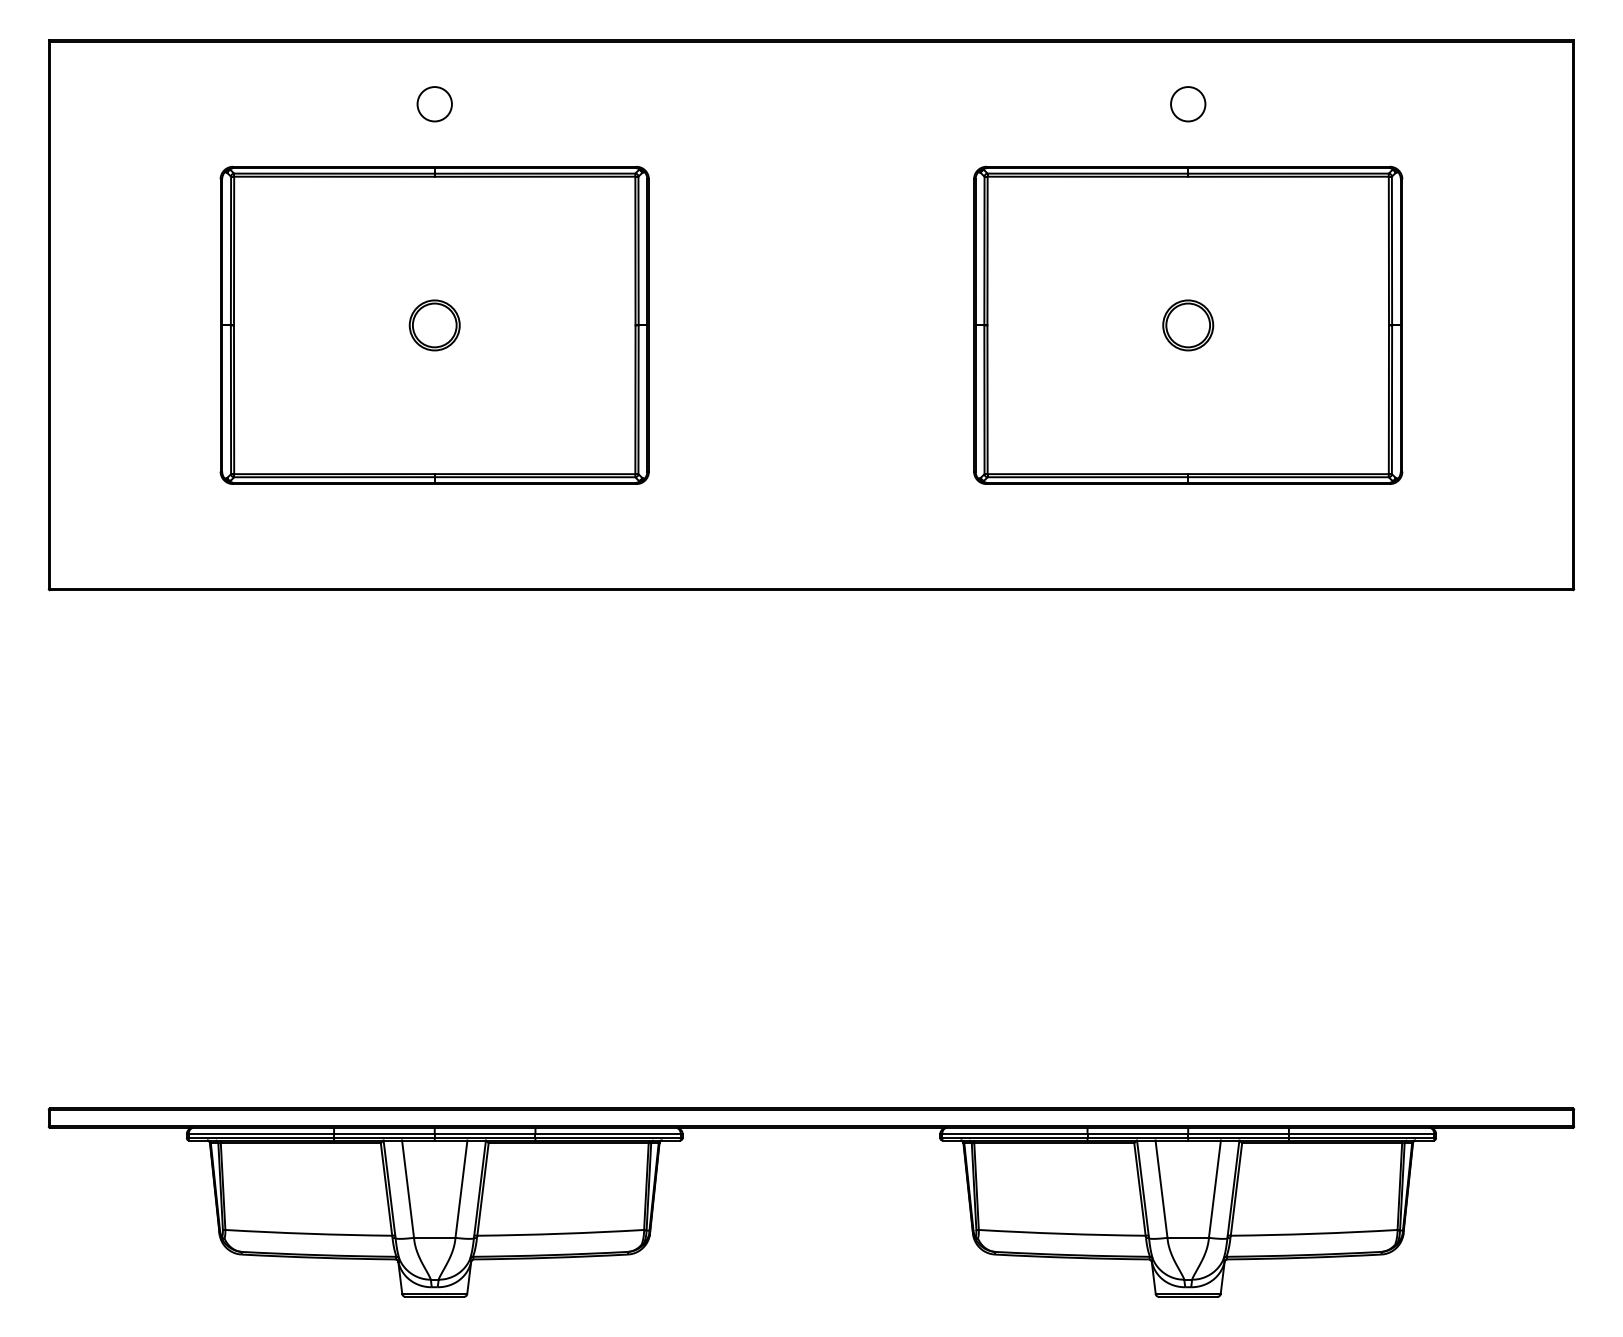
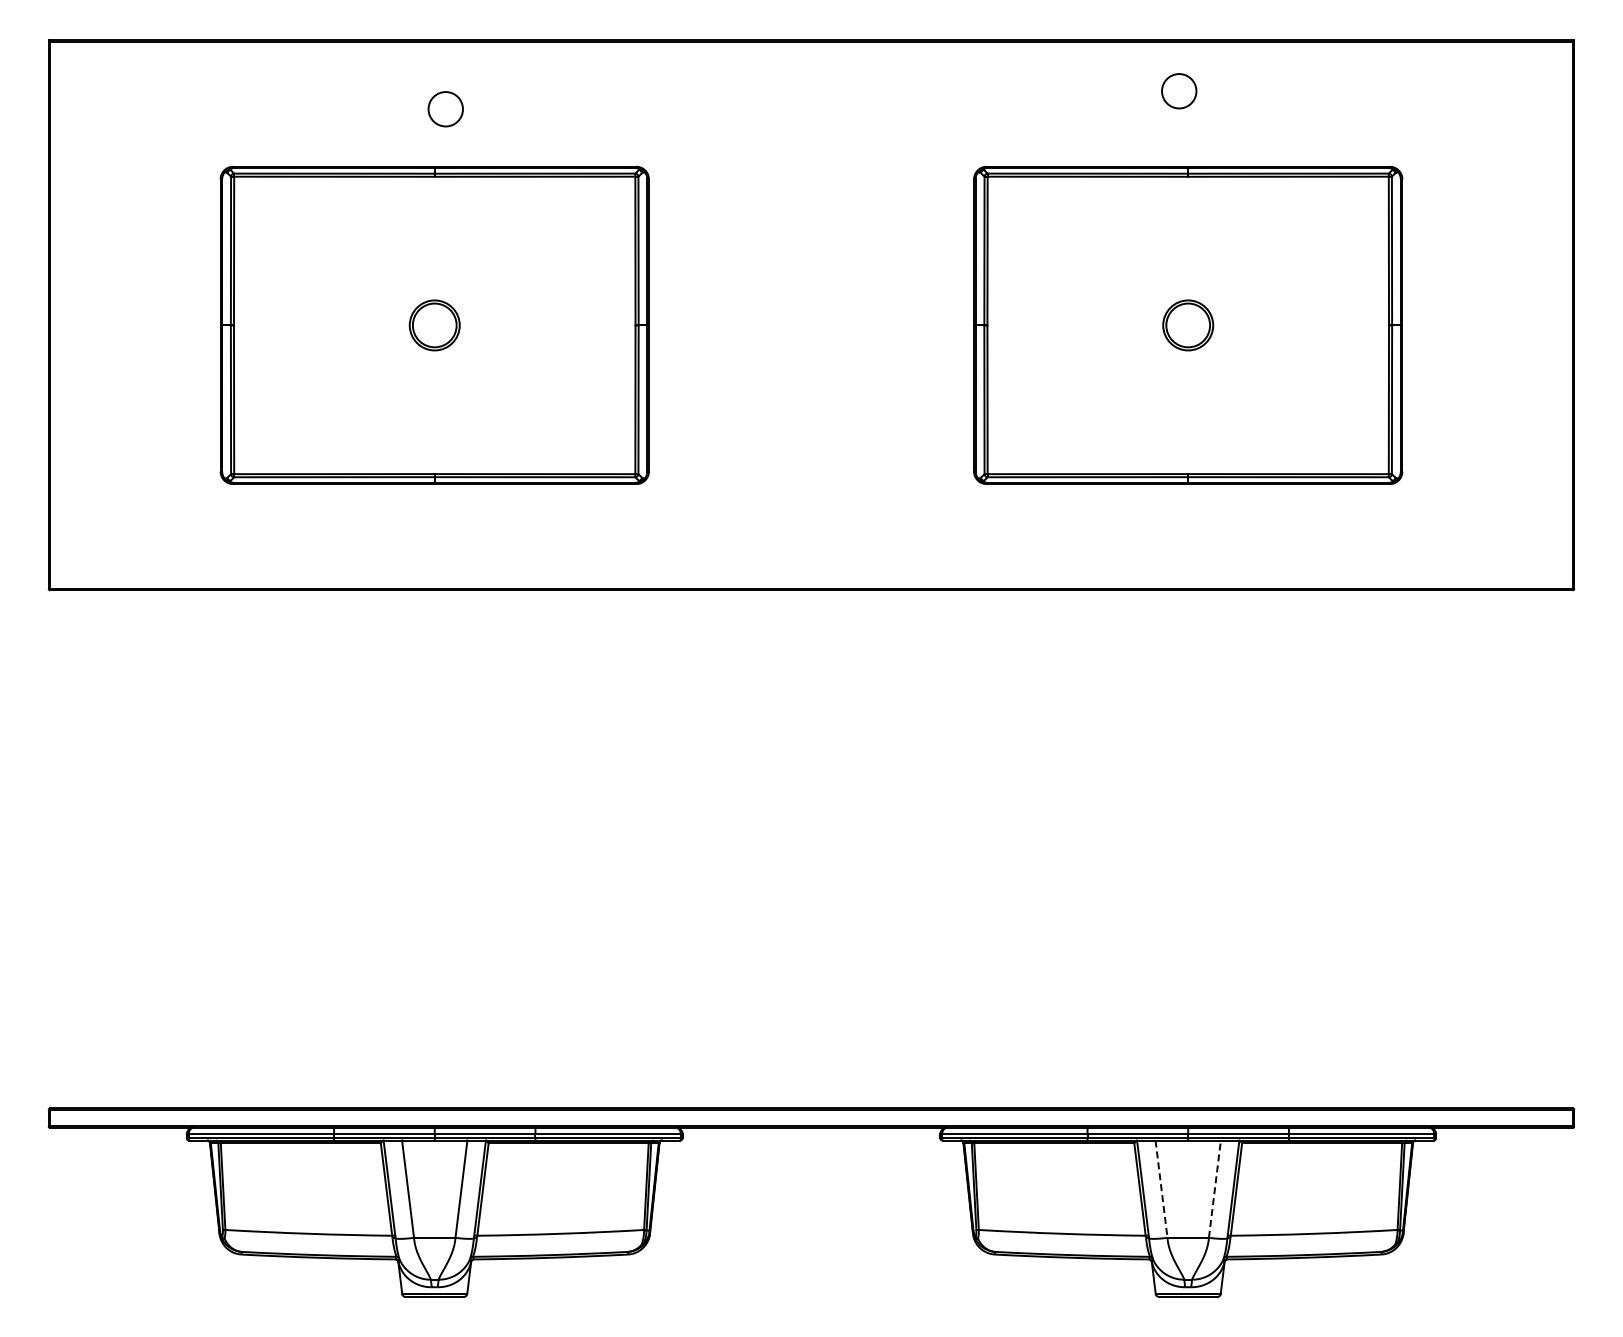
circle at (434, 104) position: (434, 104) -> (445, 109)
circle at (1188, 104) position: (1188, 104) -> (1179, 91)
line at (1214, 1188): solid -> dashed
line at (1161, 1189): solid -> dashed
